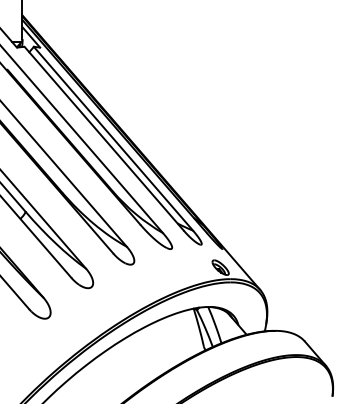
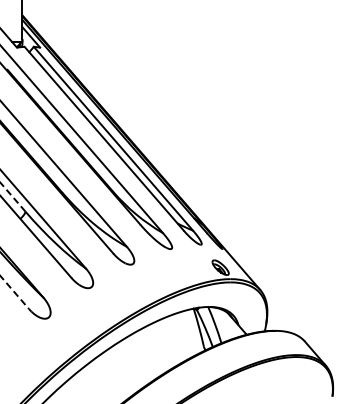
line at (12, 196): solid -> dashed
line at (14, 292): solid -> dashed
